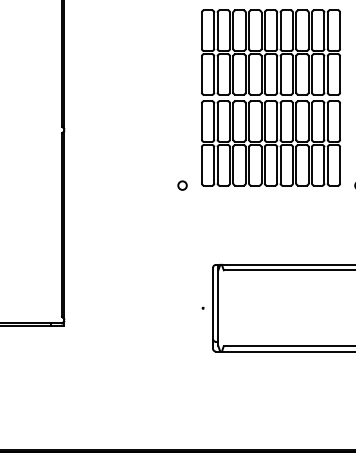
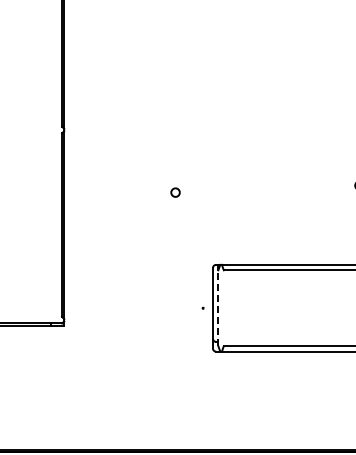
part at (270, 97): present -> none
circle at (182, 185) position: (182, 185) -> (175, 192)
line at (218, 308): solid -> dashed
